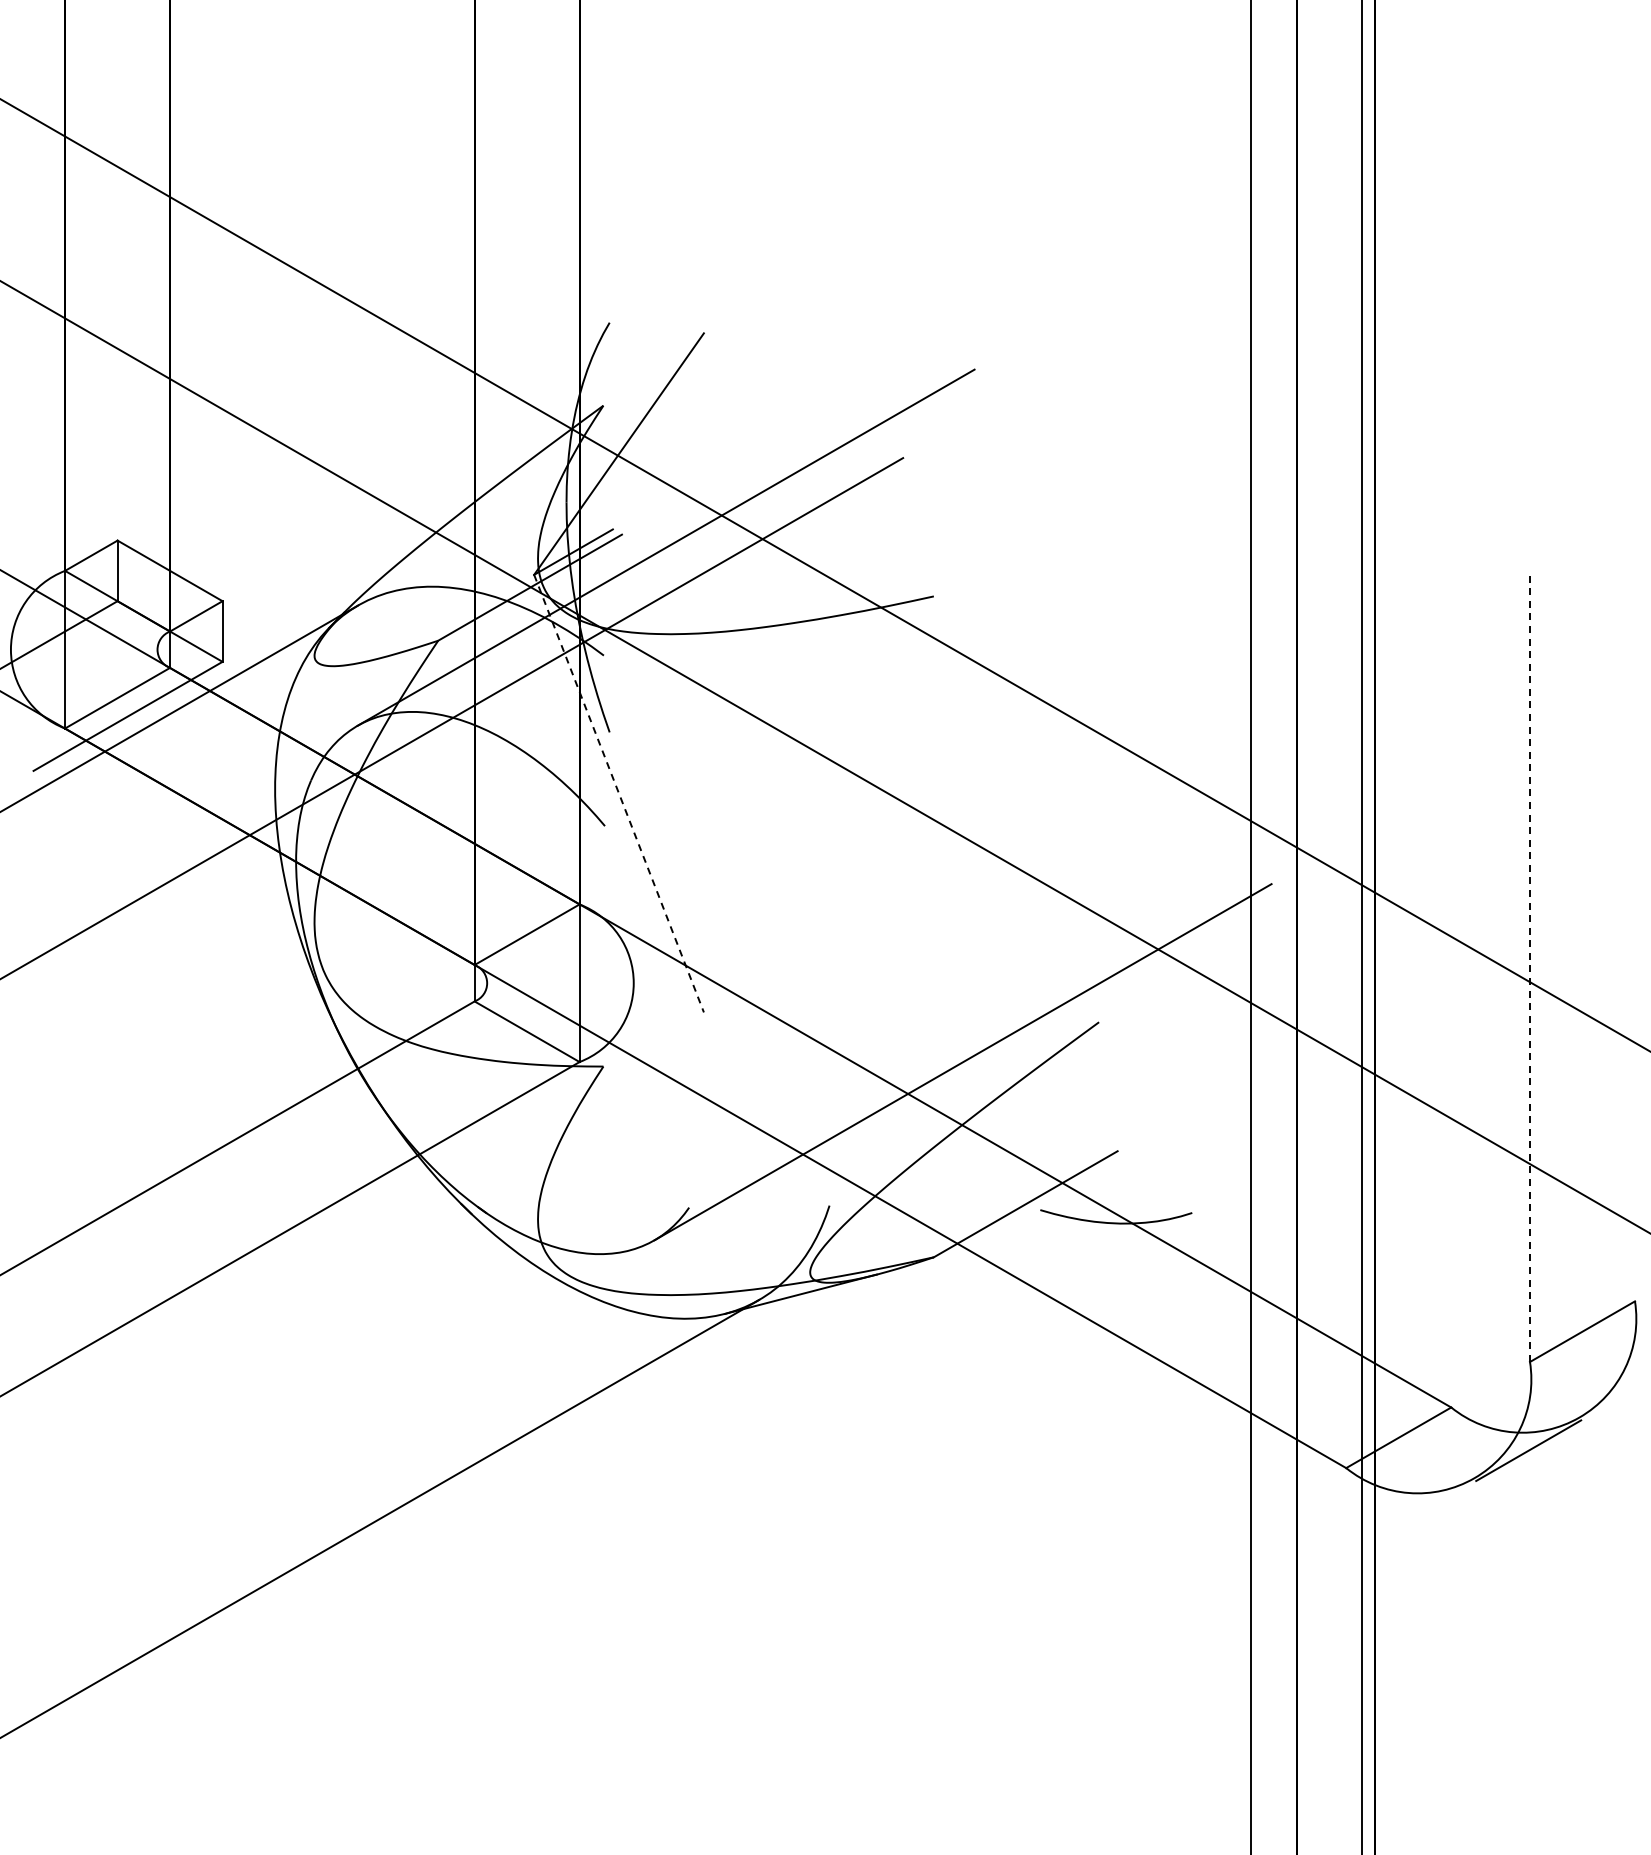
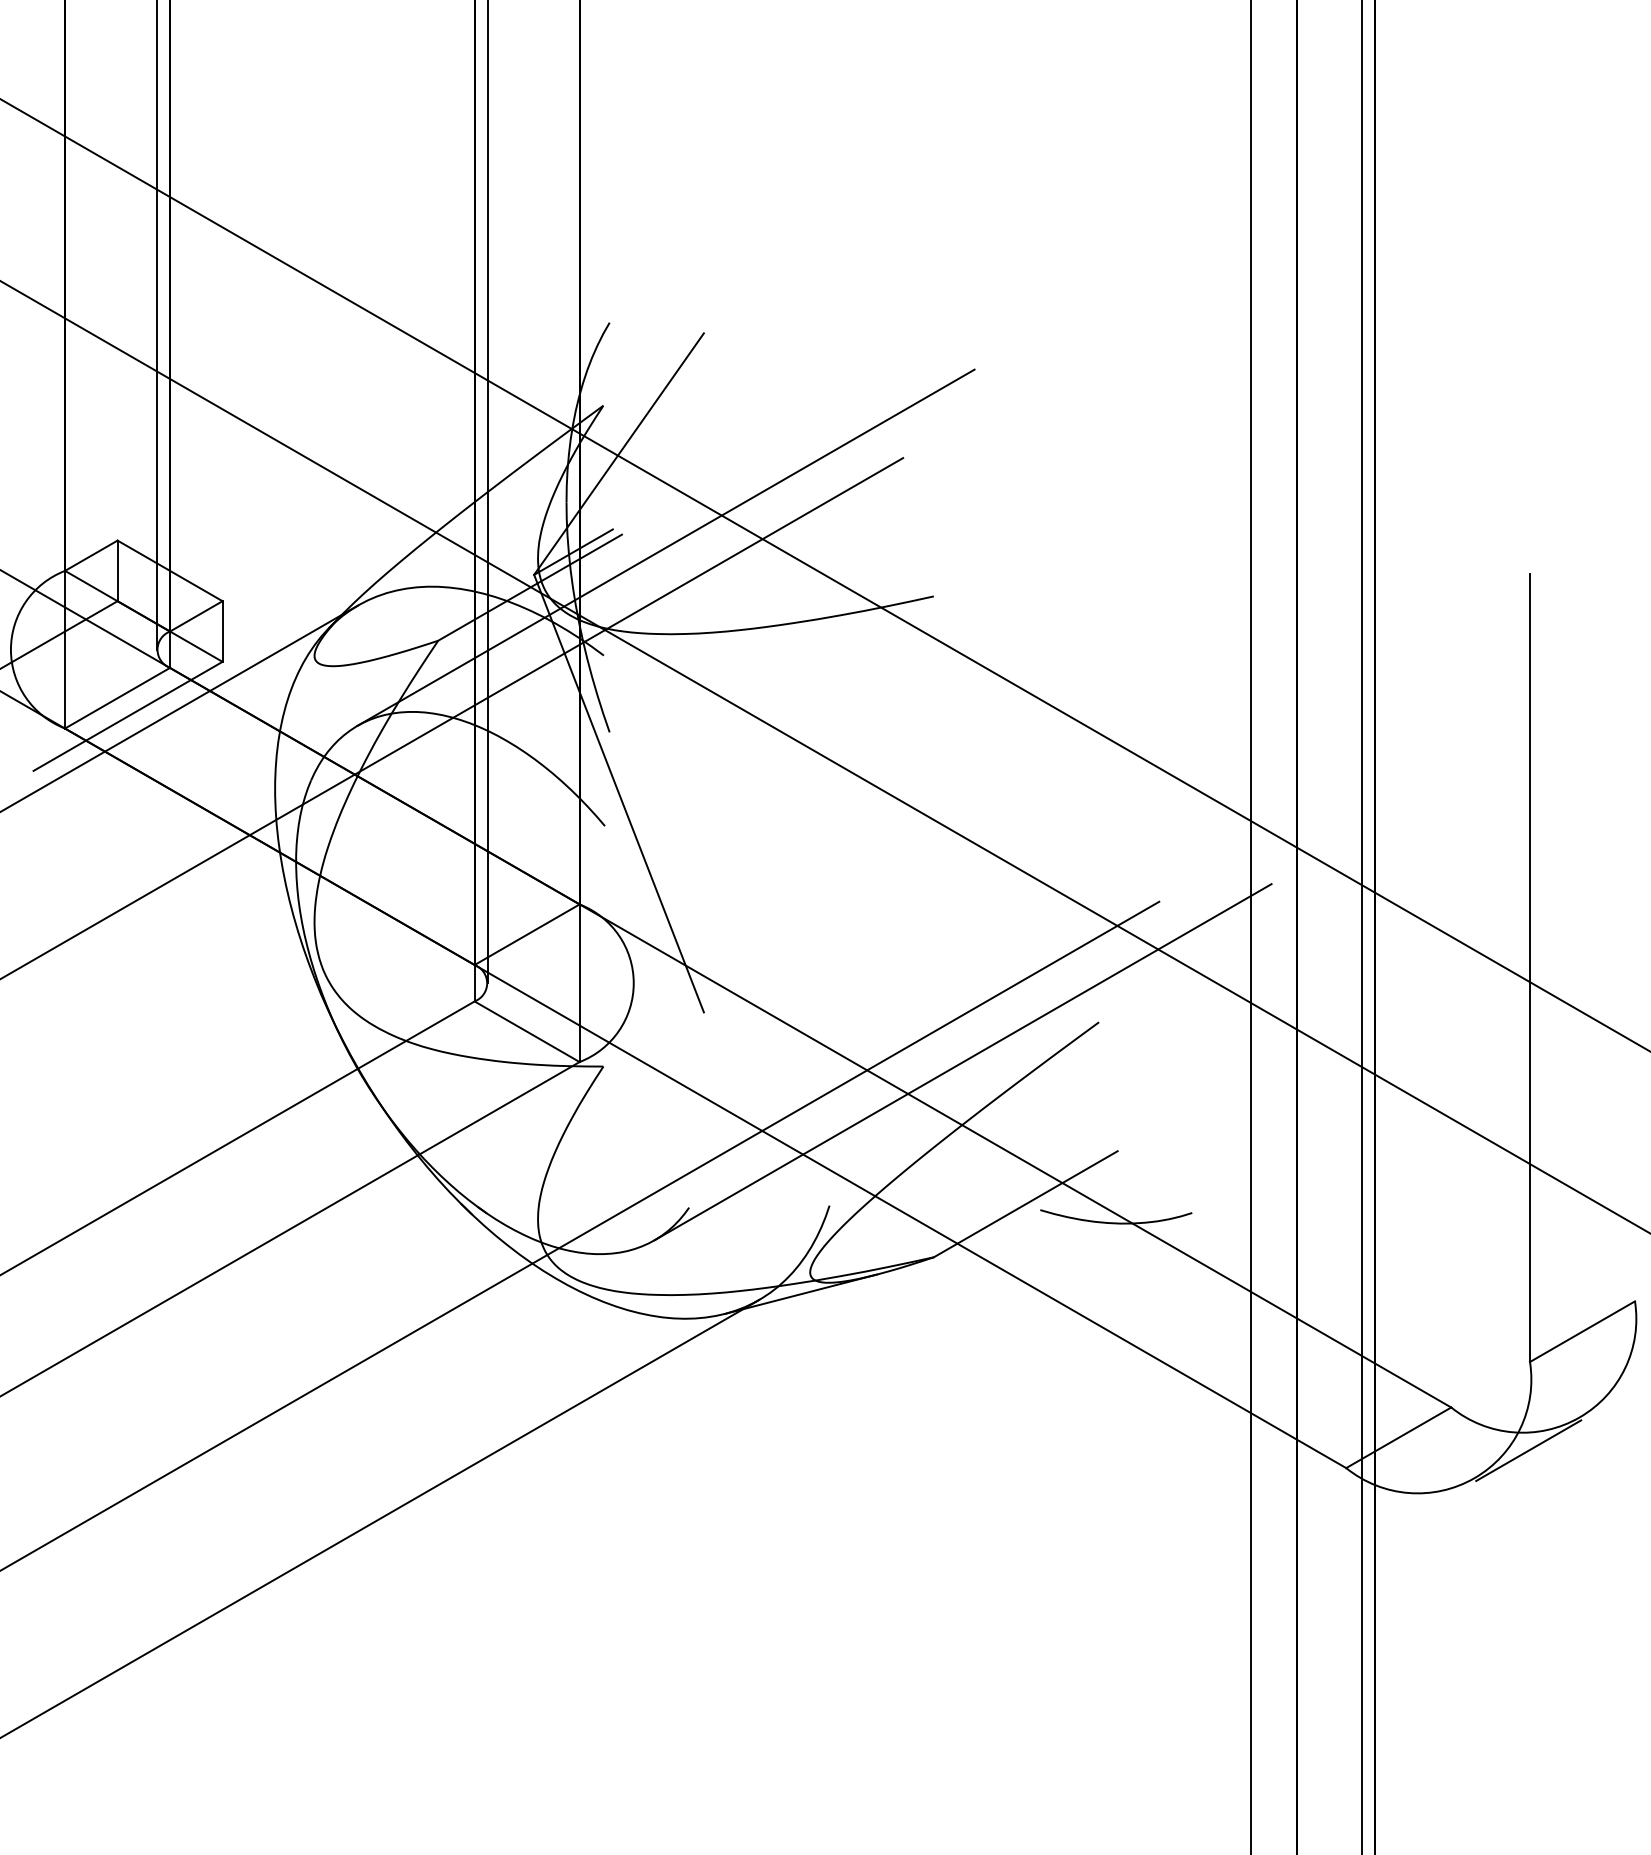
line at (157, 325): none -> present
line at (487, 492): none -> present
line at (619, 793): dashed -> solid
line at (1530, 967): dashed -> solid
line at (580, 1235): none -> present
